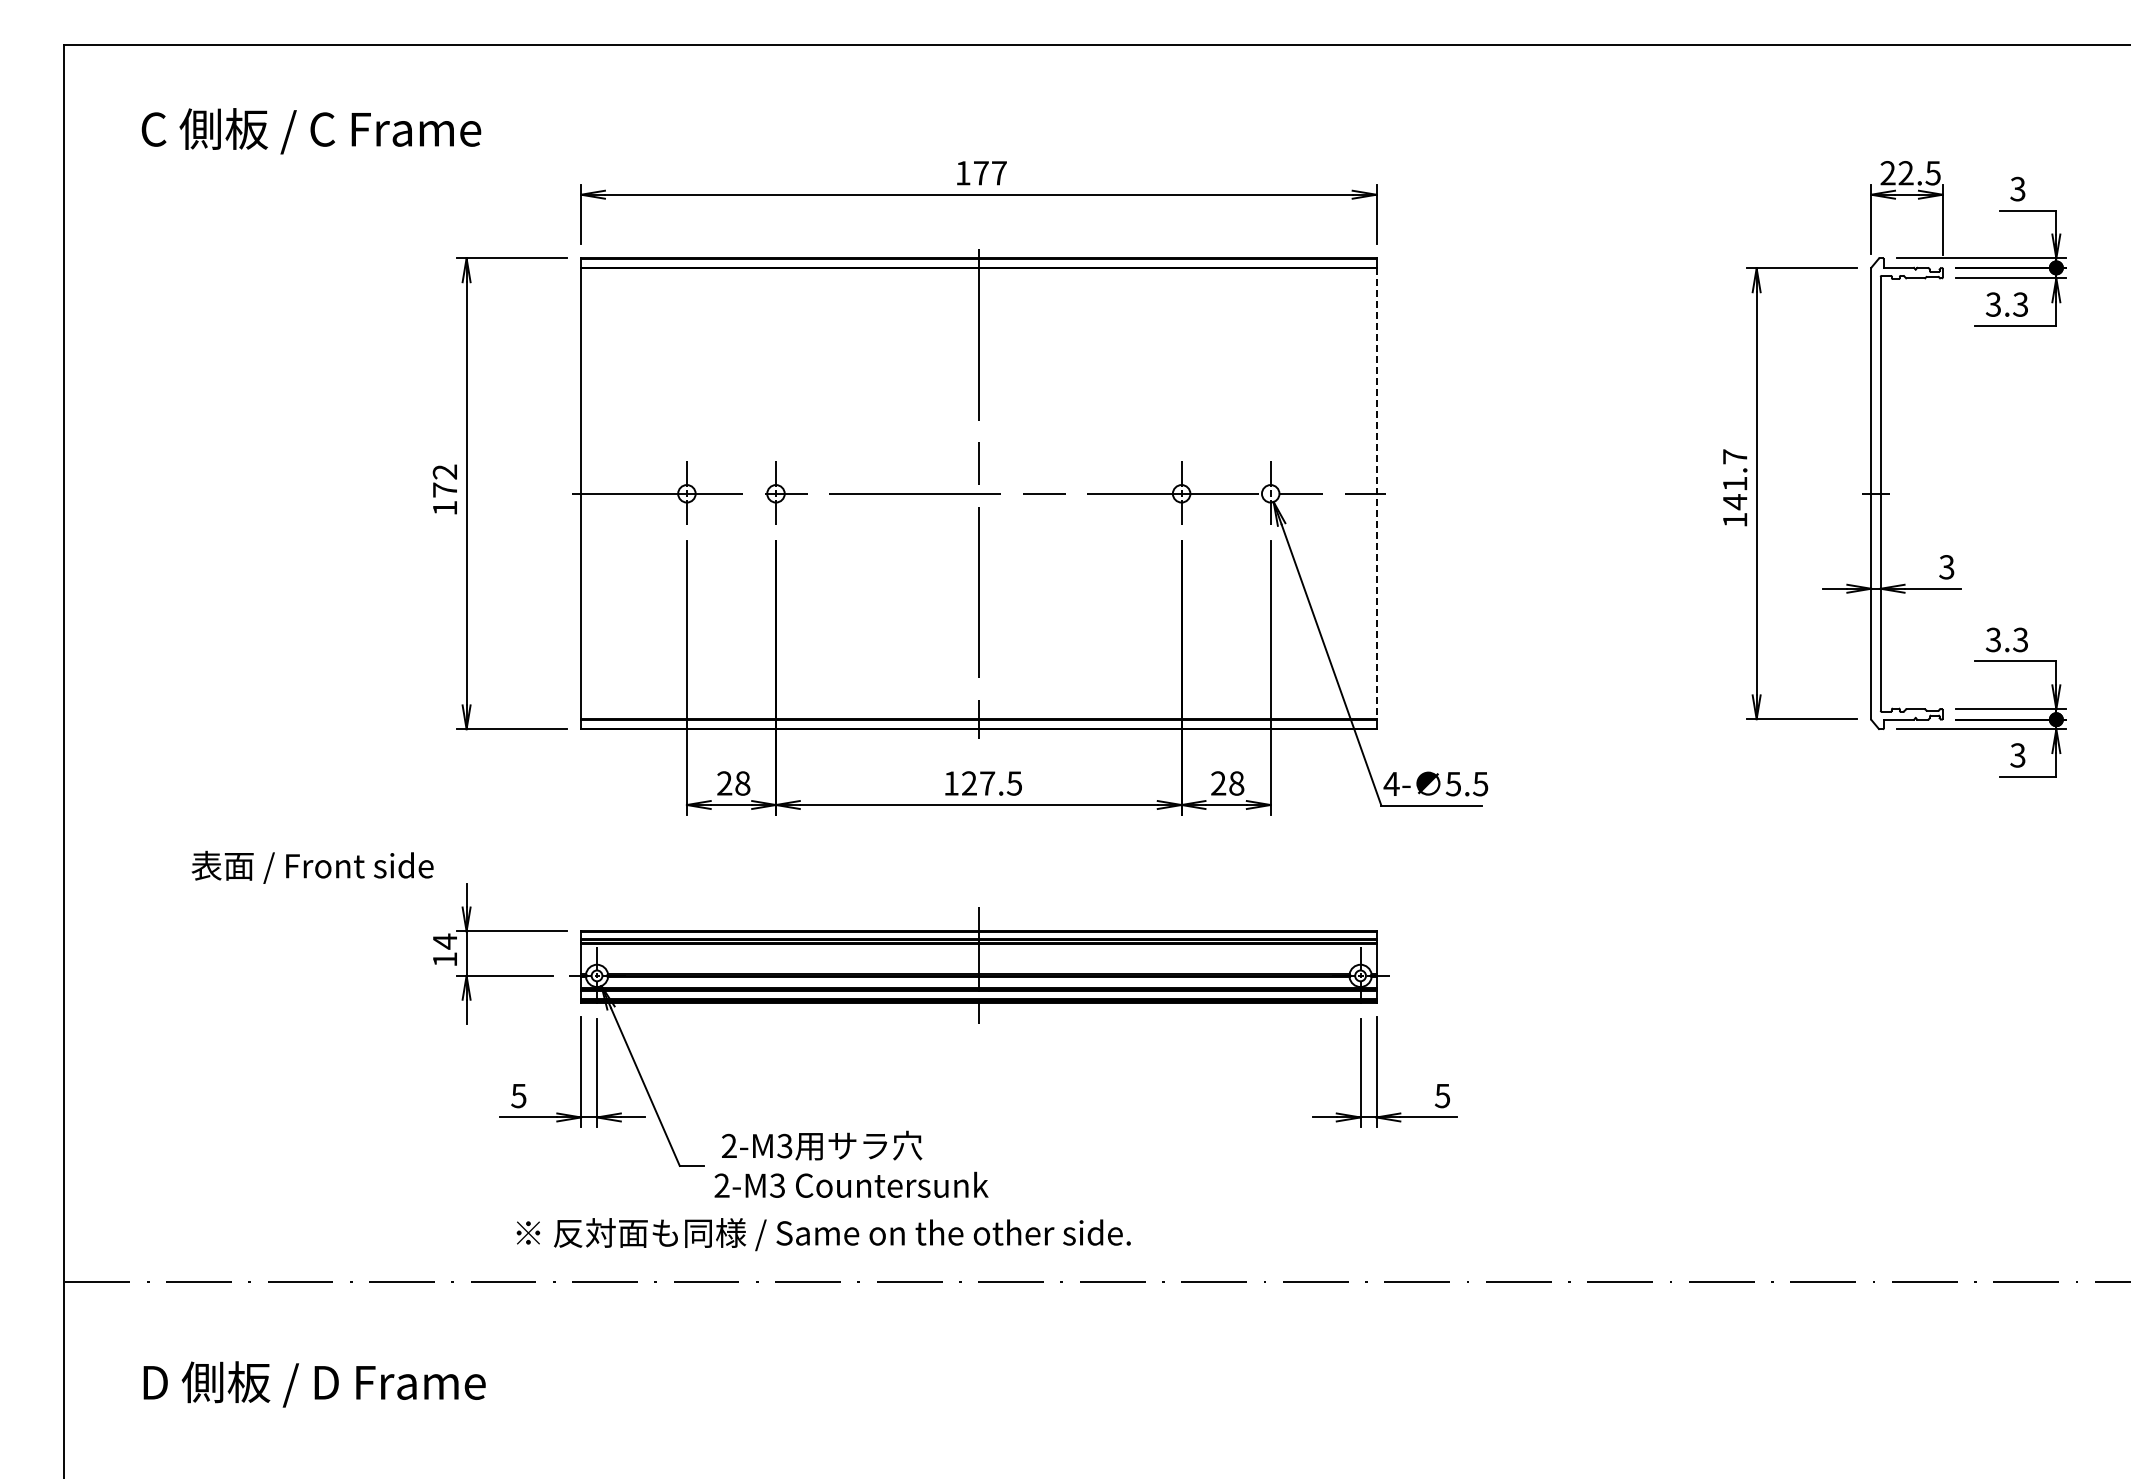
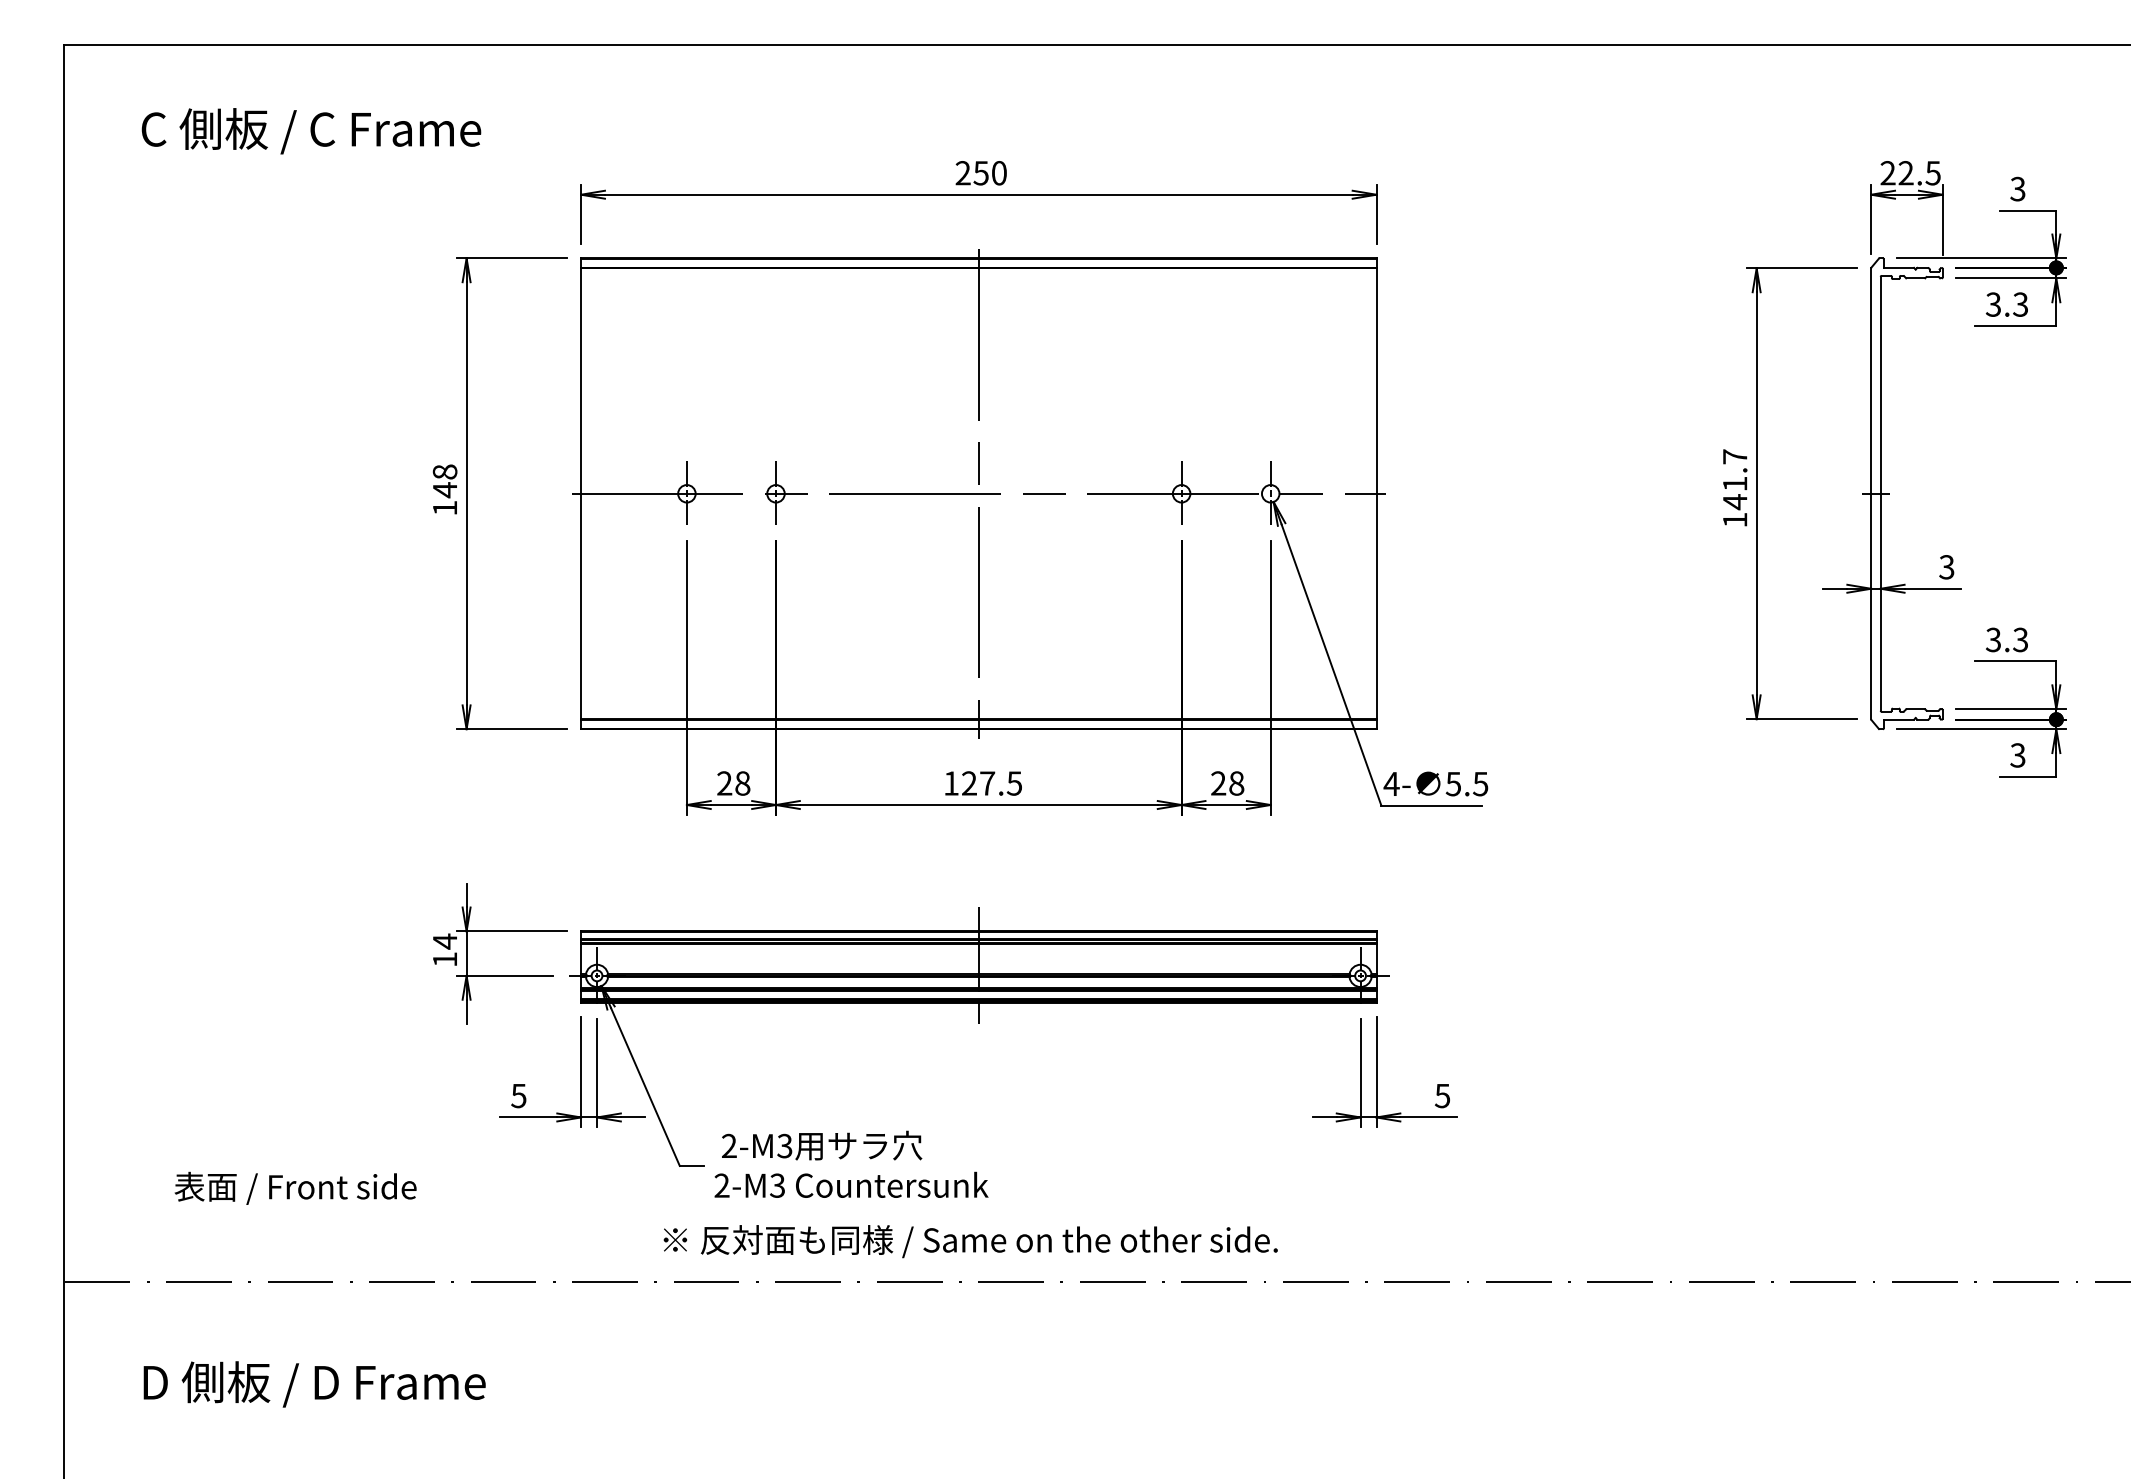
text at (980, 173): 177 -> 250
text at (444, 481): 172 -> 148
line at (1376, 493): dashed -> solid
text at (312, 866) position: (312, 866) -> (295, 1187)
text at (823, 1234) position: (823, 1234) -> (970, 1241)
